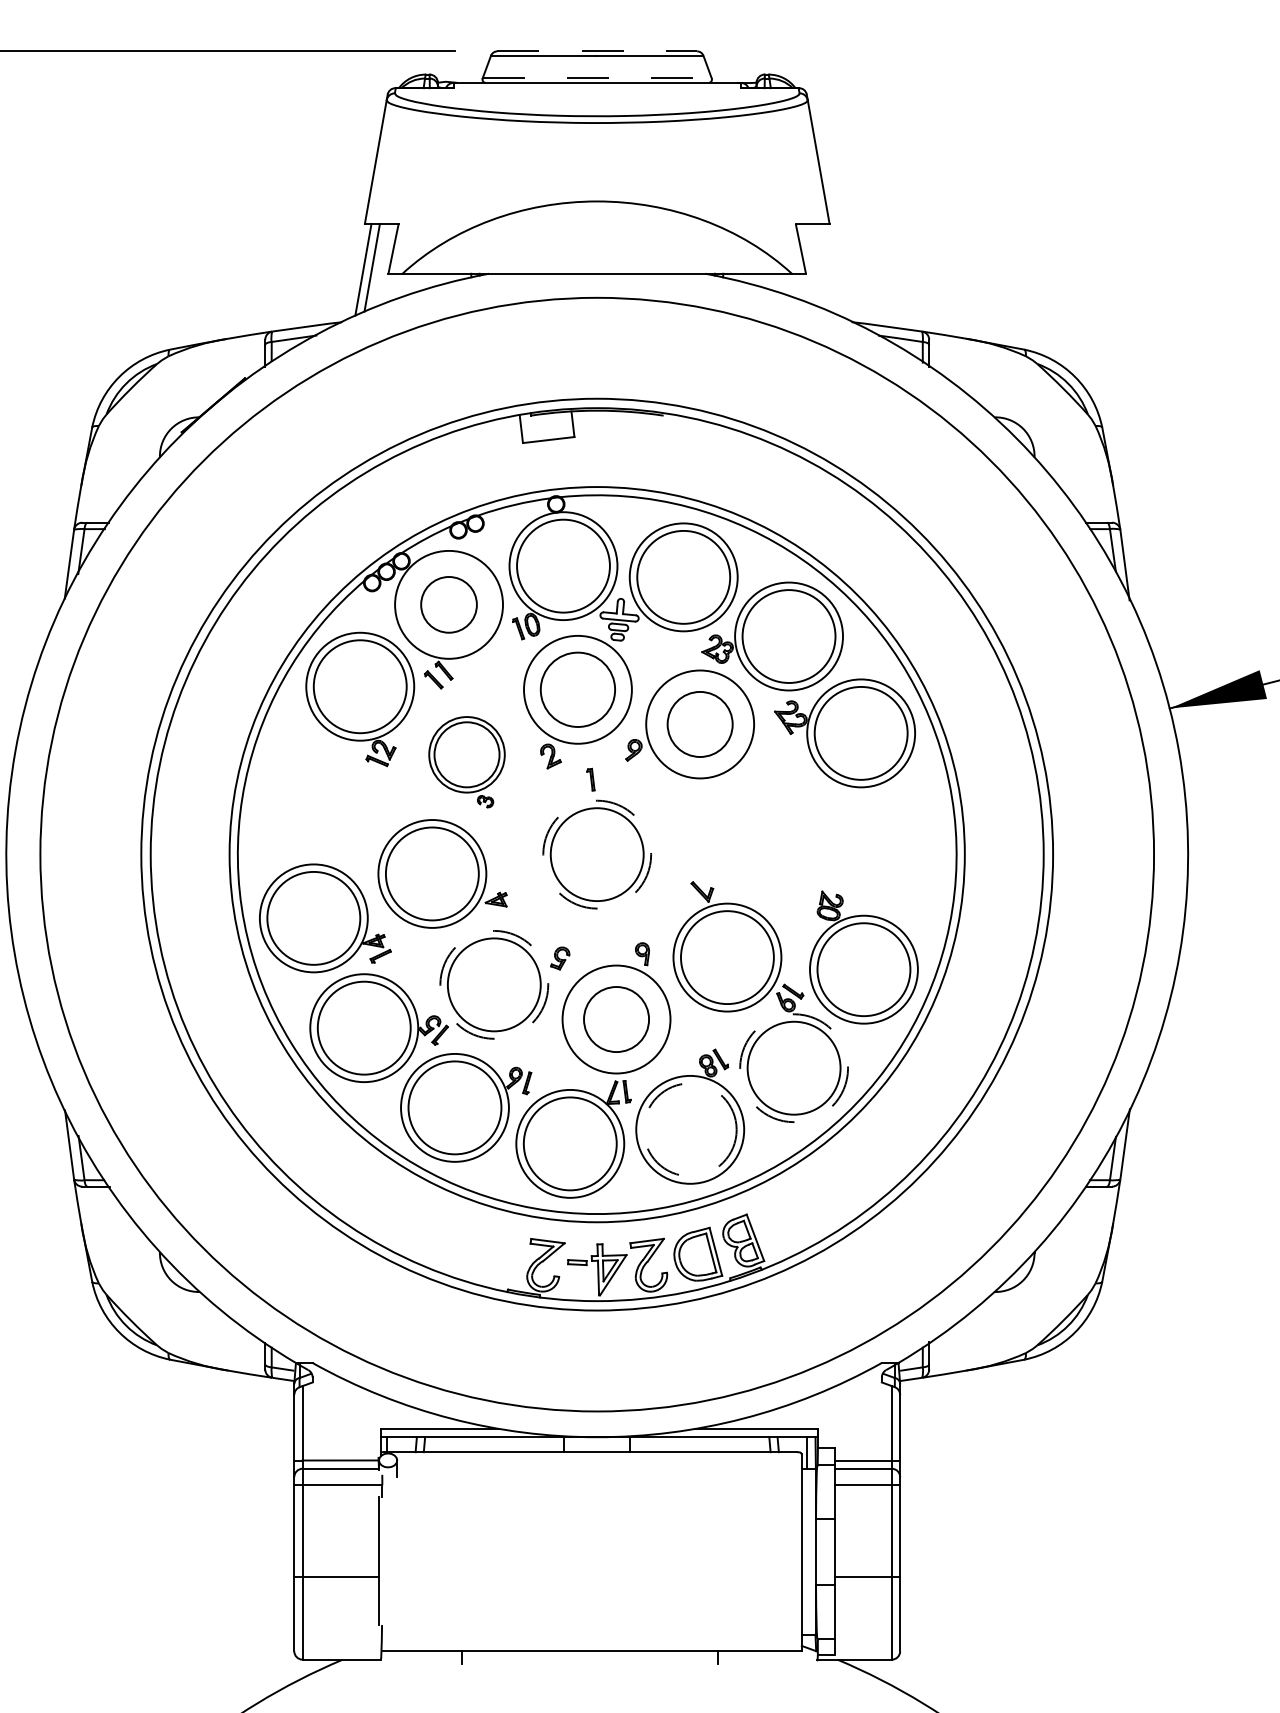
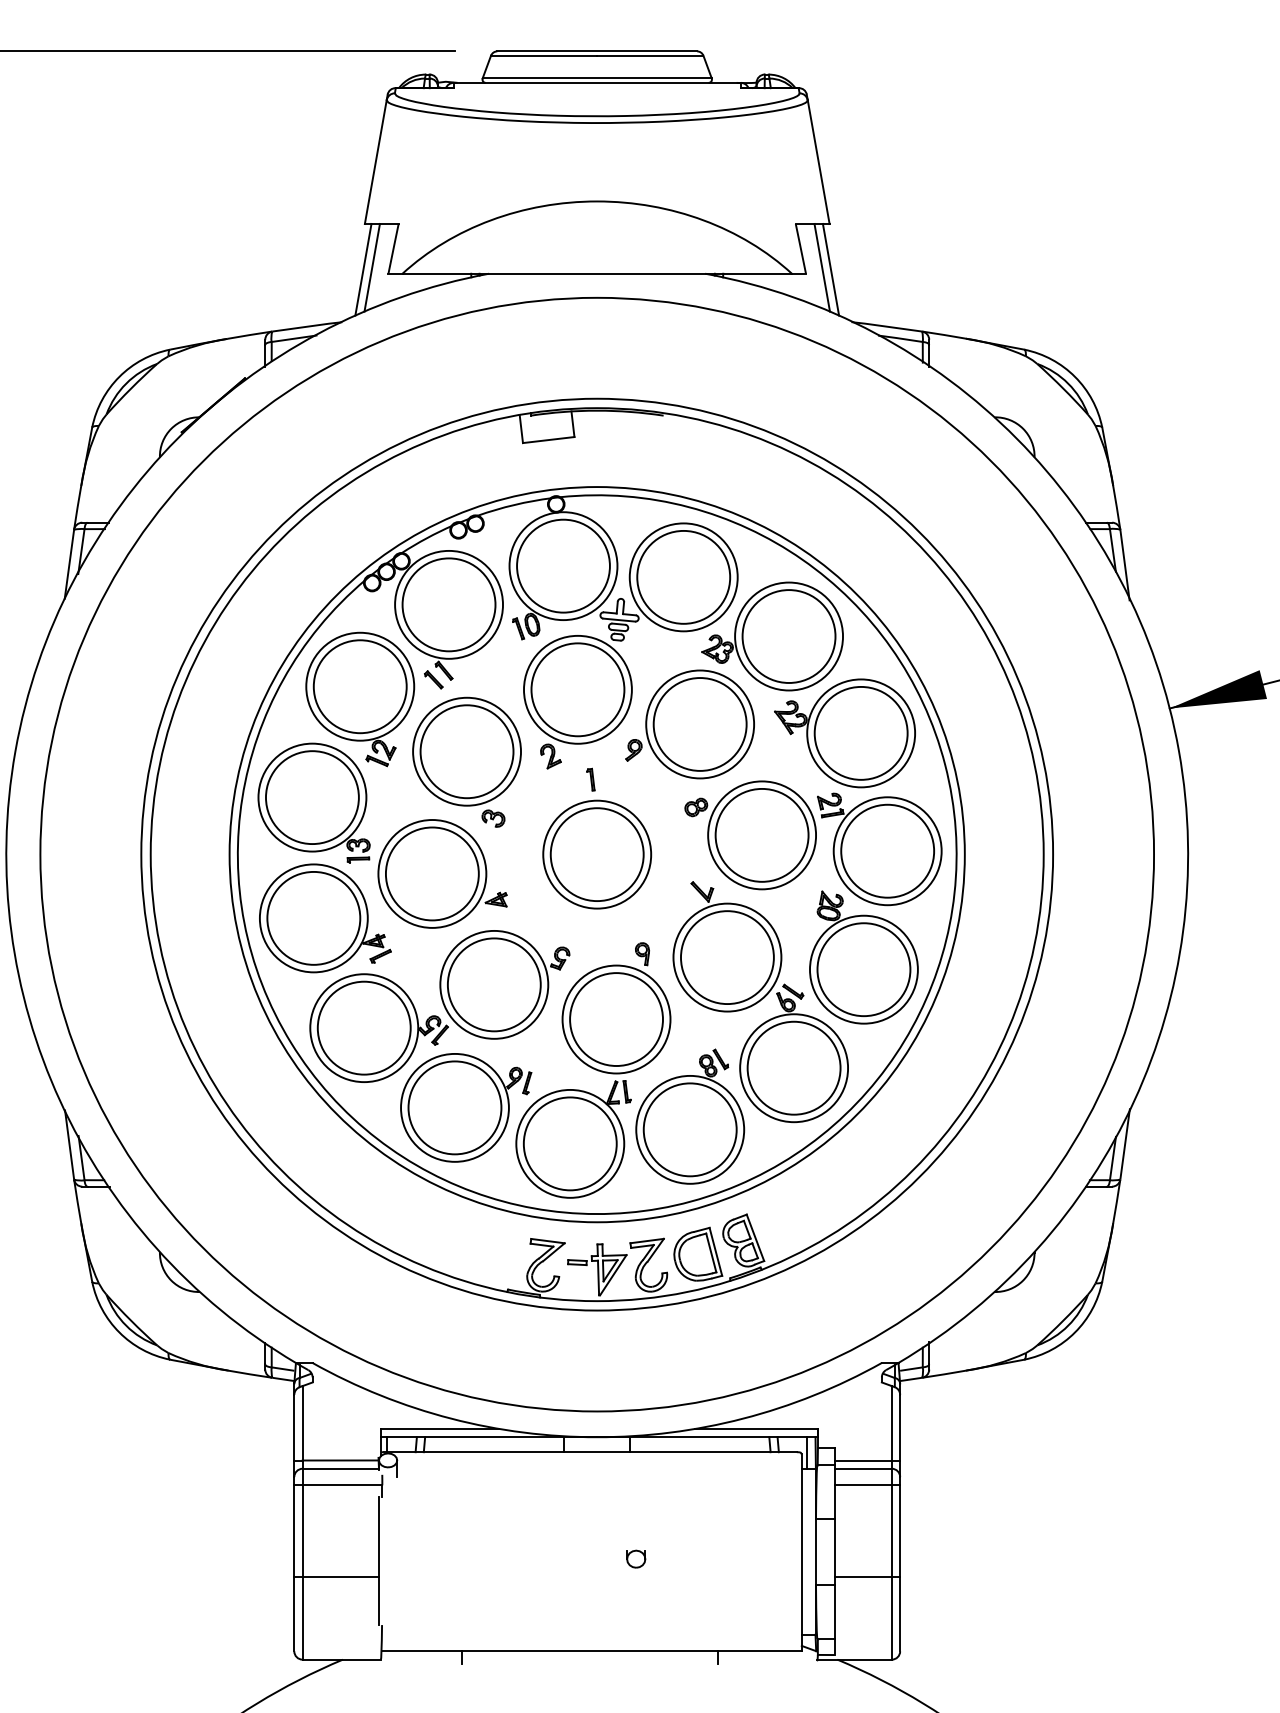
line at (597, 51): dashed -> solid
line at (597, 78): dashed -> solid
line at (821, 267): none -> present
line at (830, 269): none -> present
circle at (448, 604) diameter: 56 px -> 93 px
circle at (577, 689) diameter: 74 px -> 93 px
circle at (699, 724) diameter: 65 px -> 93 px
part at (466, 762) size: 78x93 px -> 110x132 px
part at (313, 802): none -> present
part at (813, 843): none -> present
circle at (597, 854): dashed -> solid
circle at (494, 984): dashed -> solid
circle at (616, 1019) diameter: 65 px -> 93 px
circle at (794, 1068): dashed -> solid
circle at (689, 1129): dashed -> solid
part at (636, 1558): none -> present
